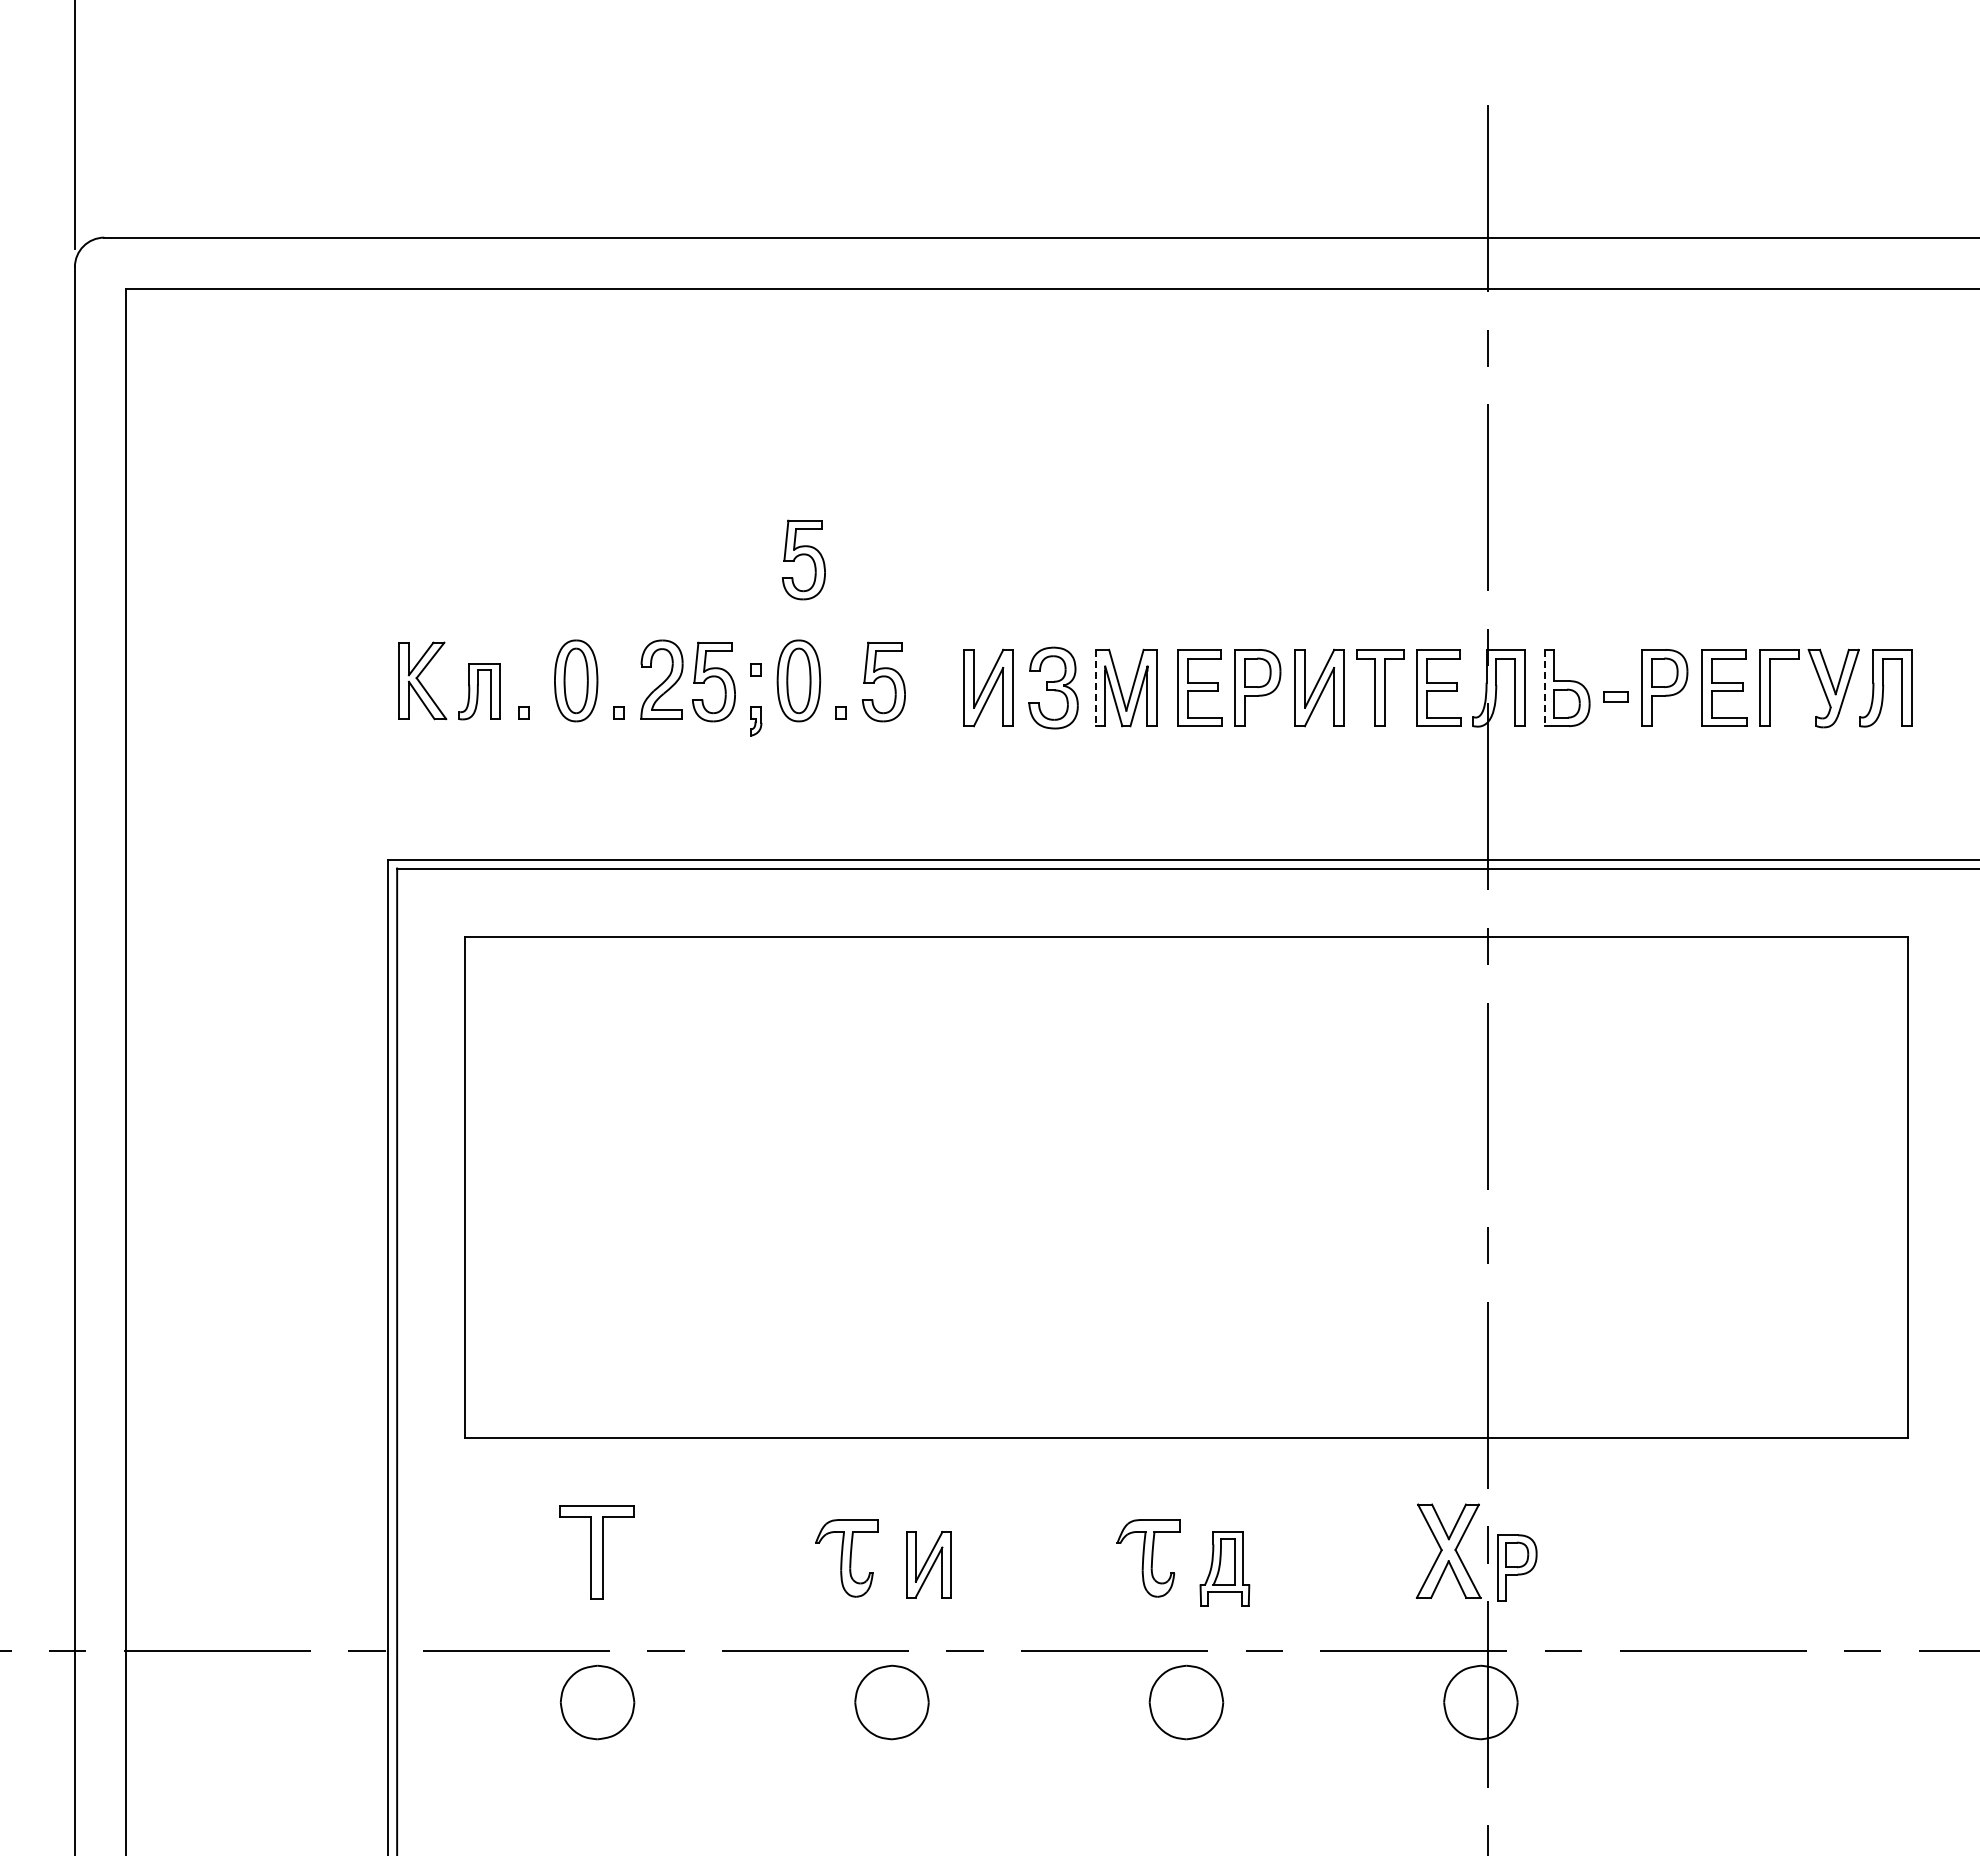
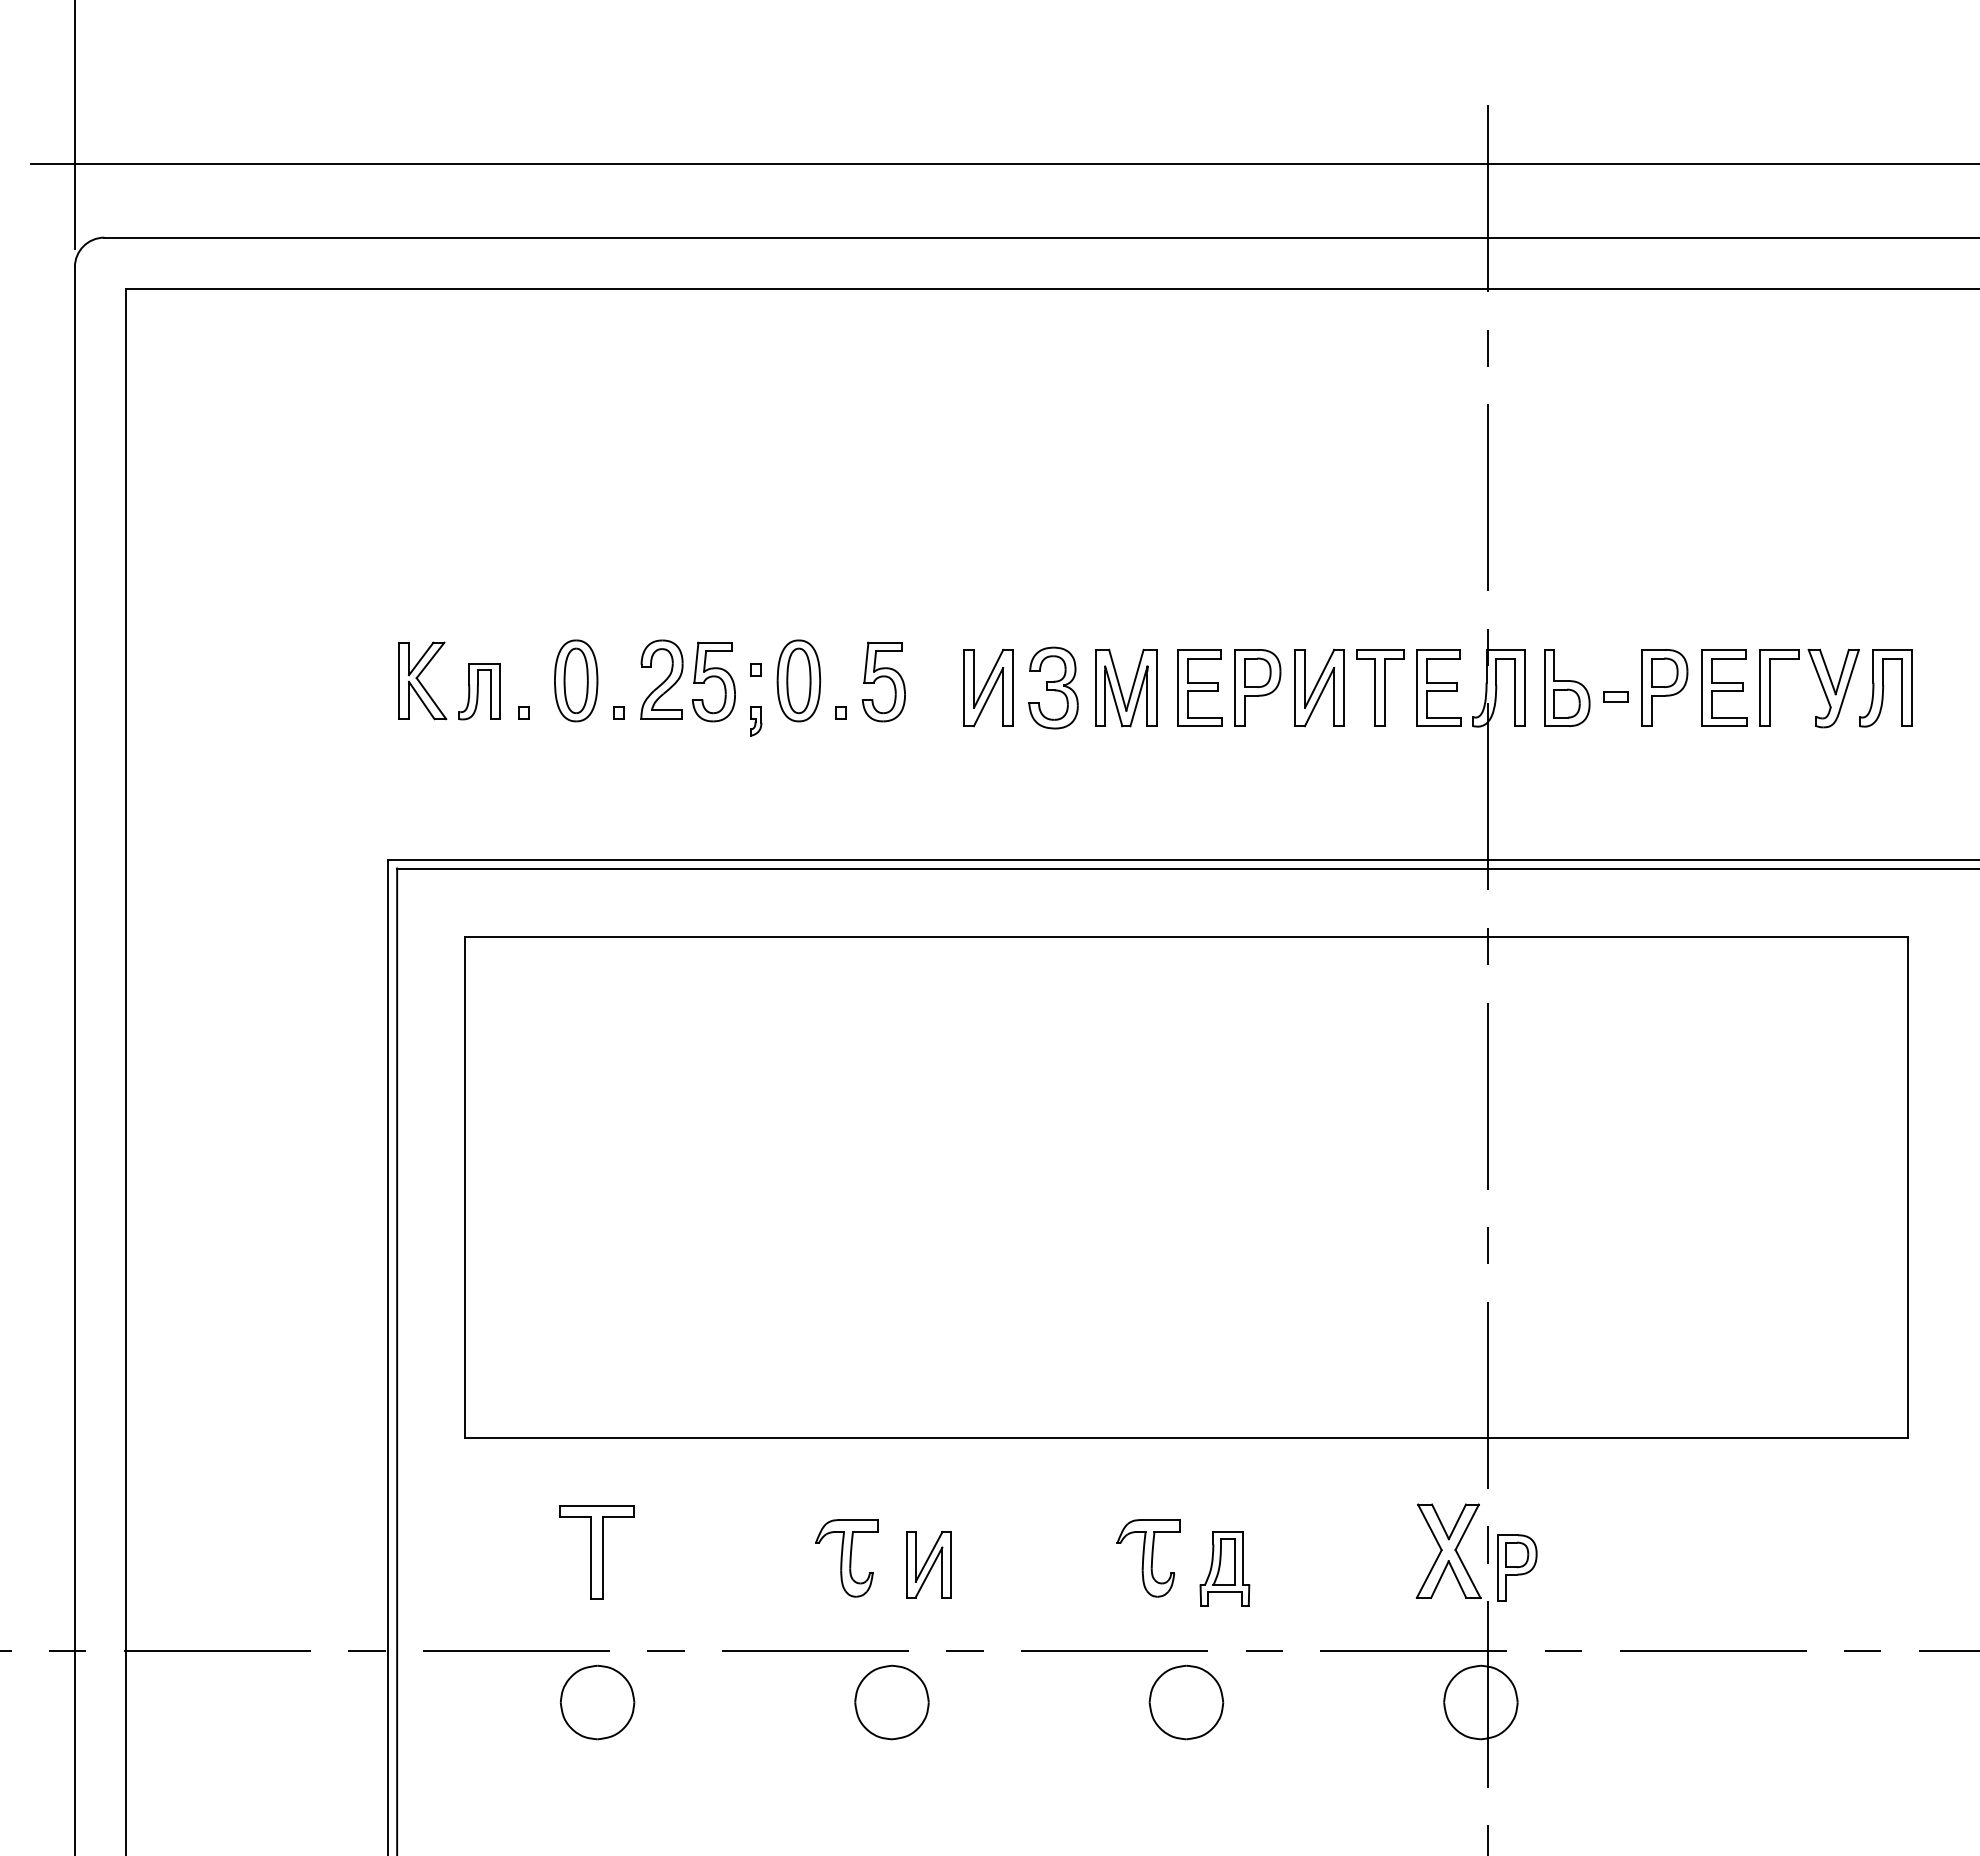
line at (1003, 164): none -> present
part at (803, 559): present -> none
line at (1095, 688): dashed -> solid
line at (1544, 688): dashed -> solid
